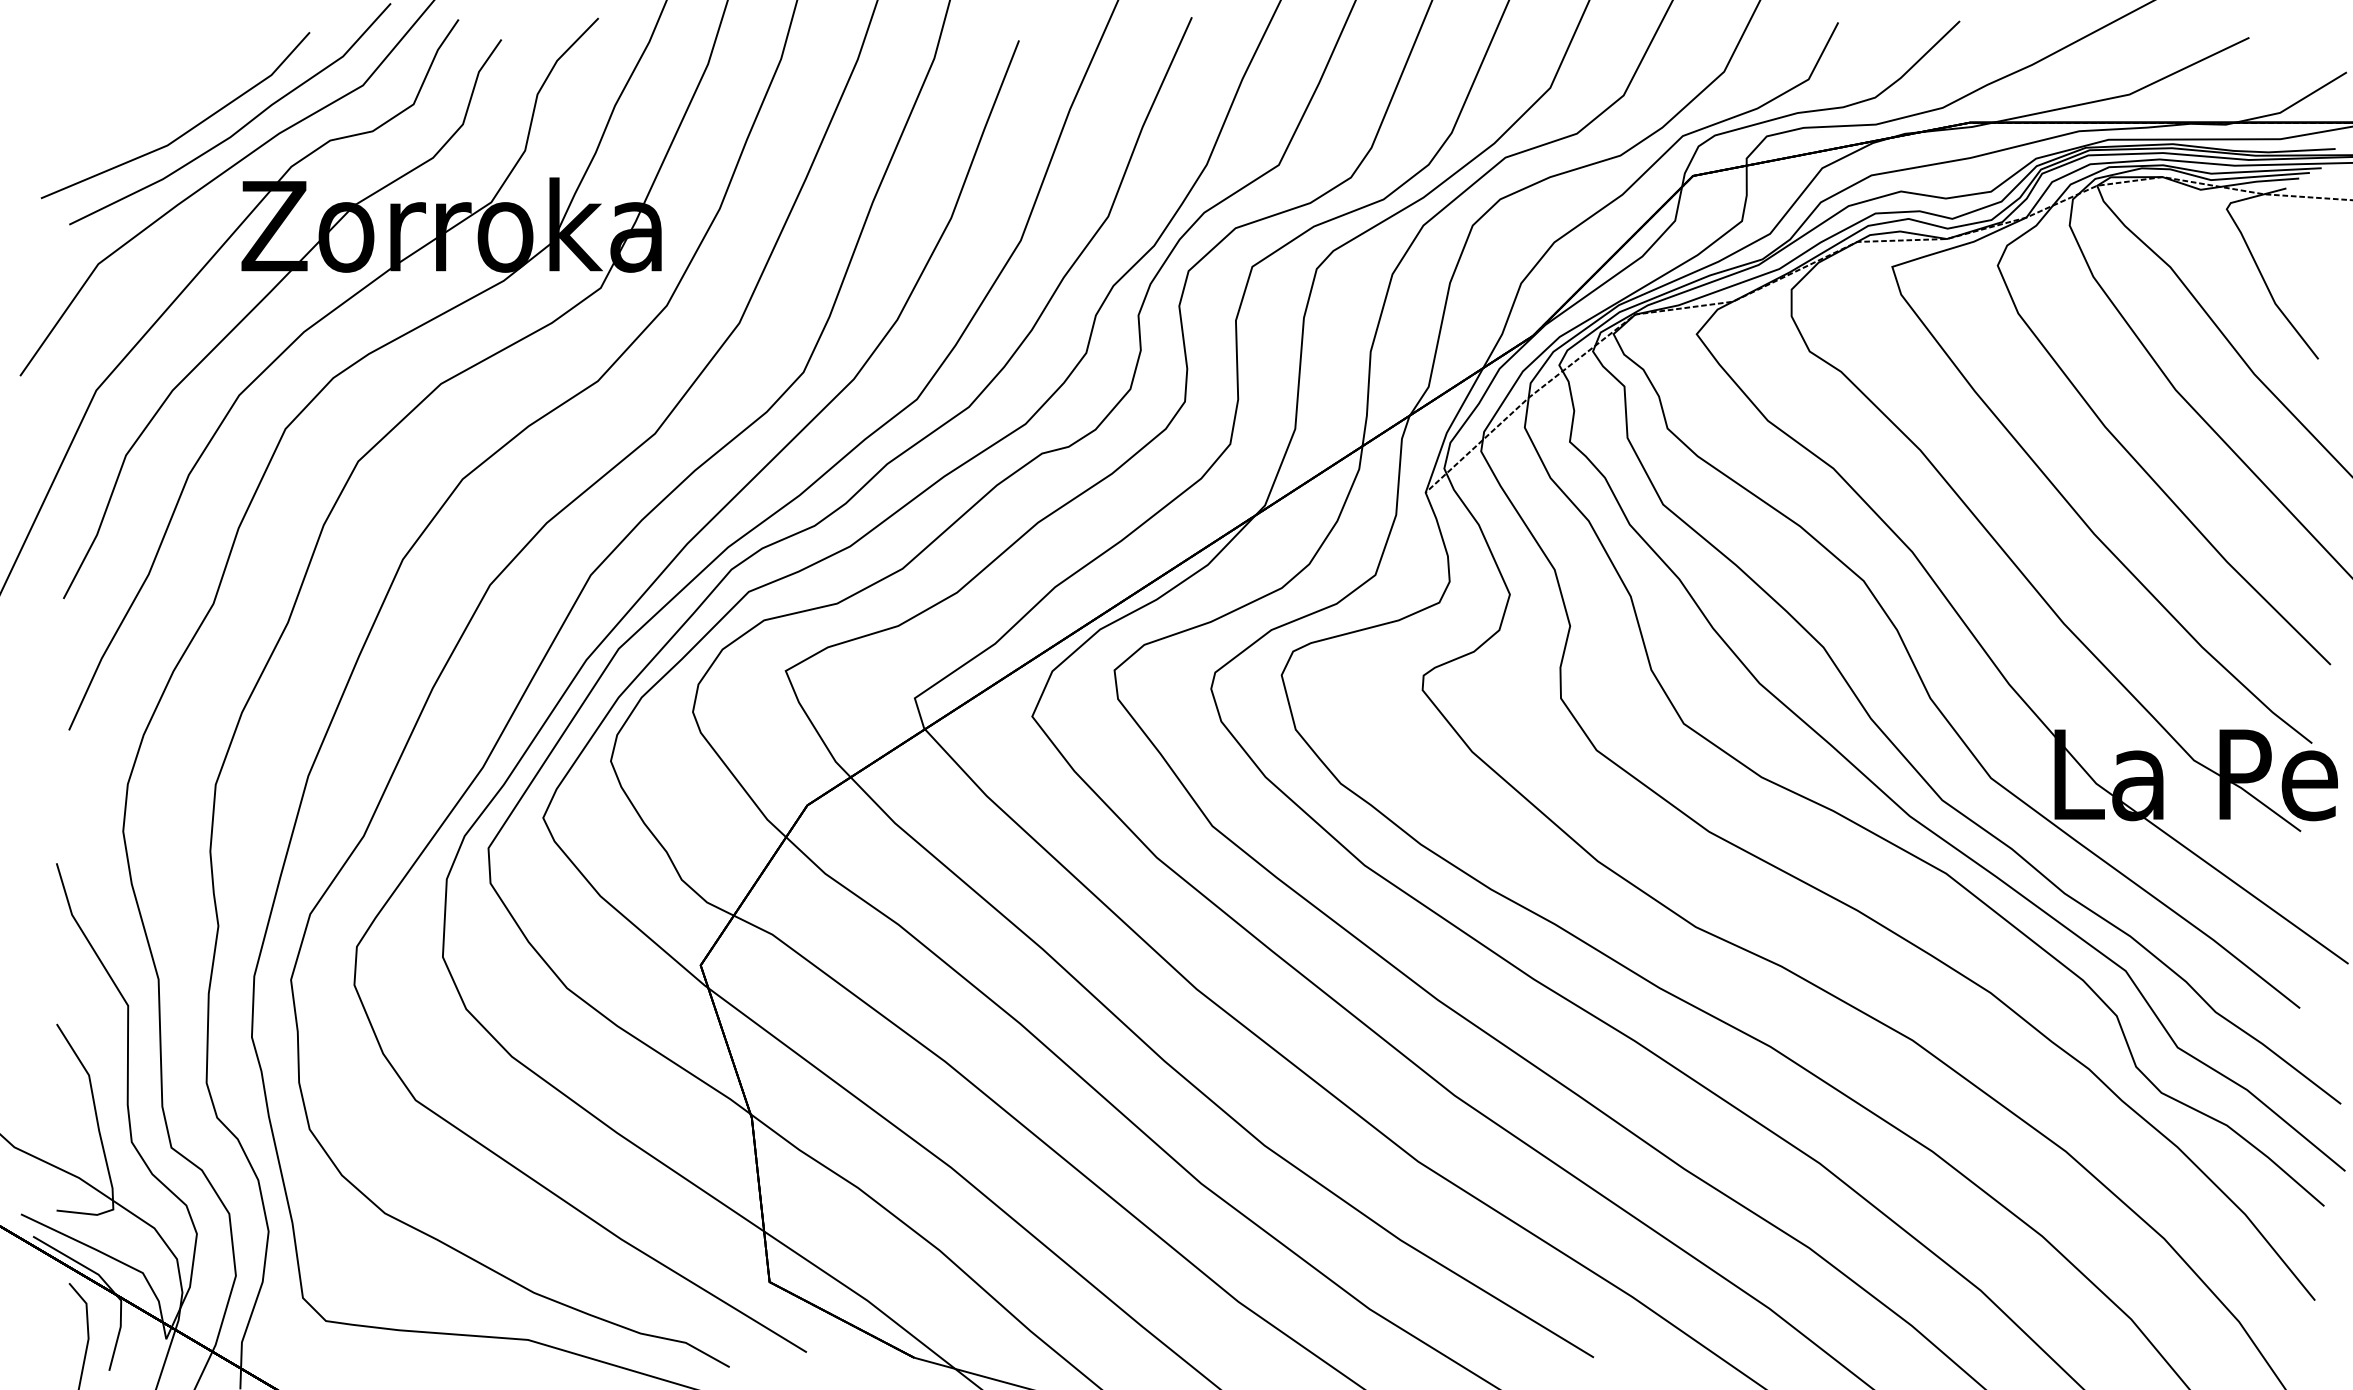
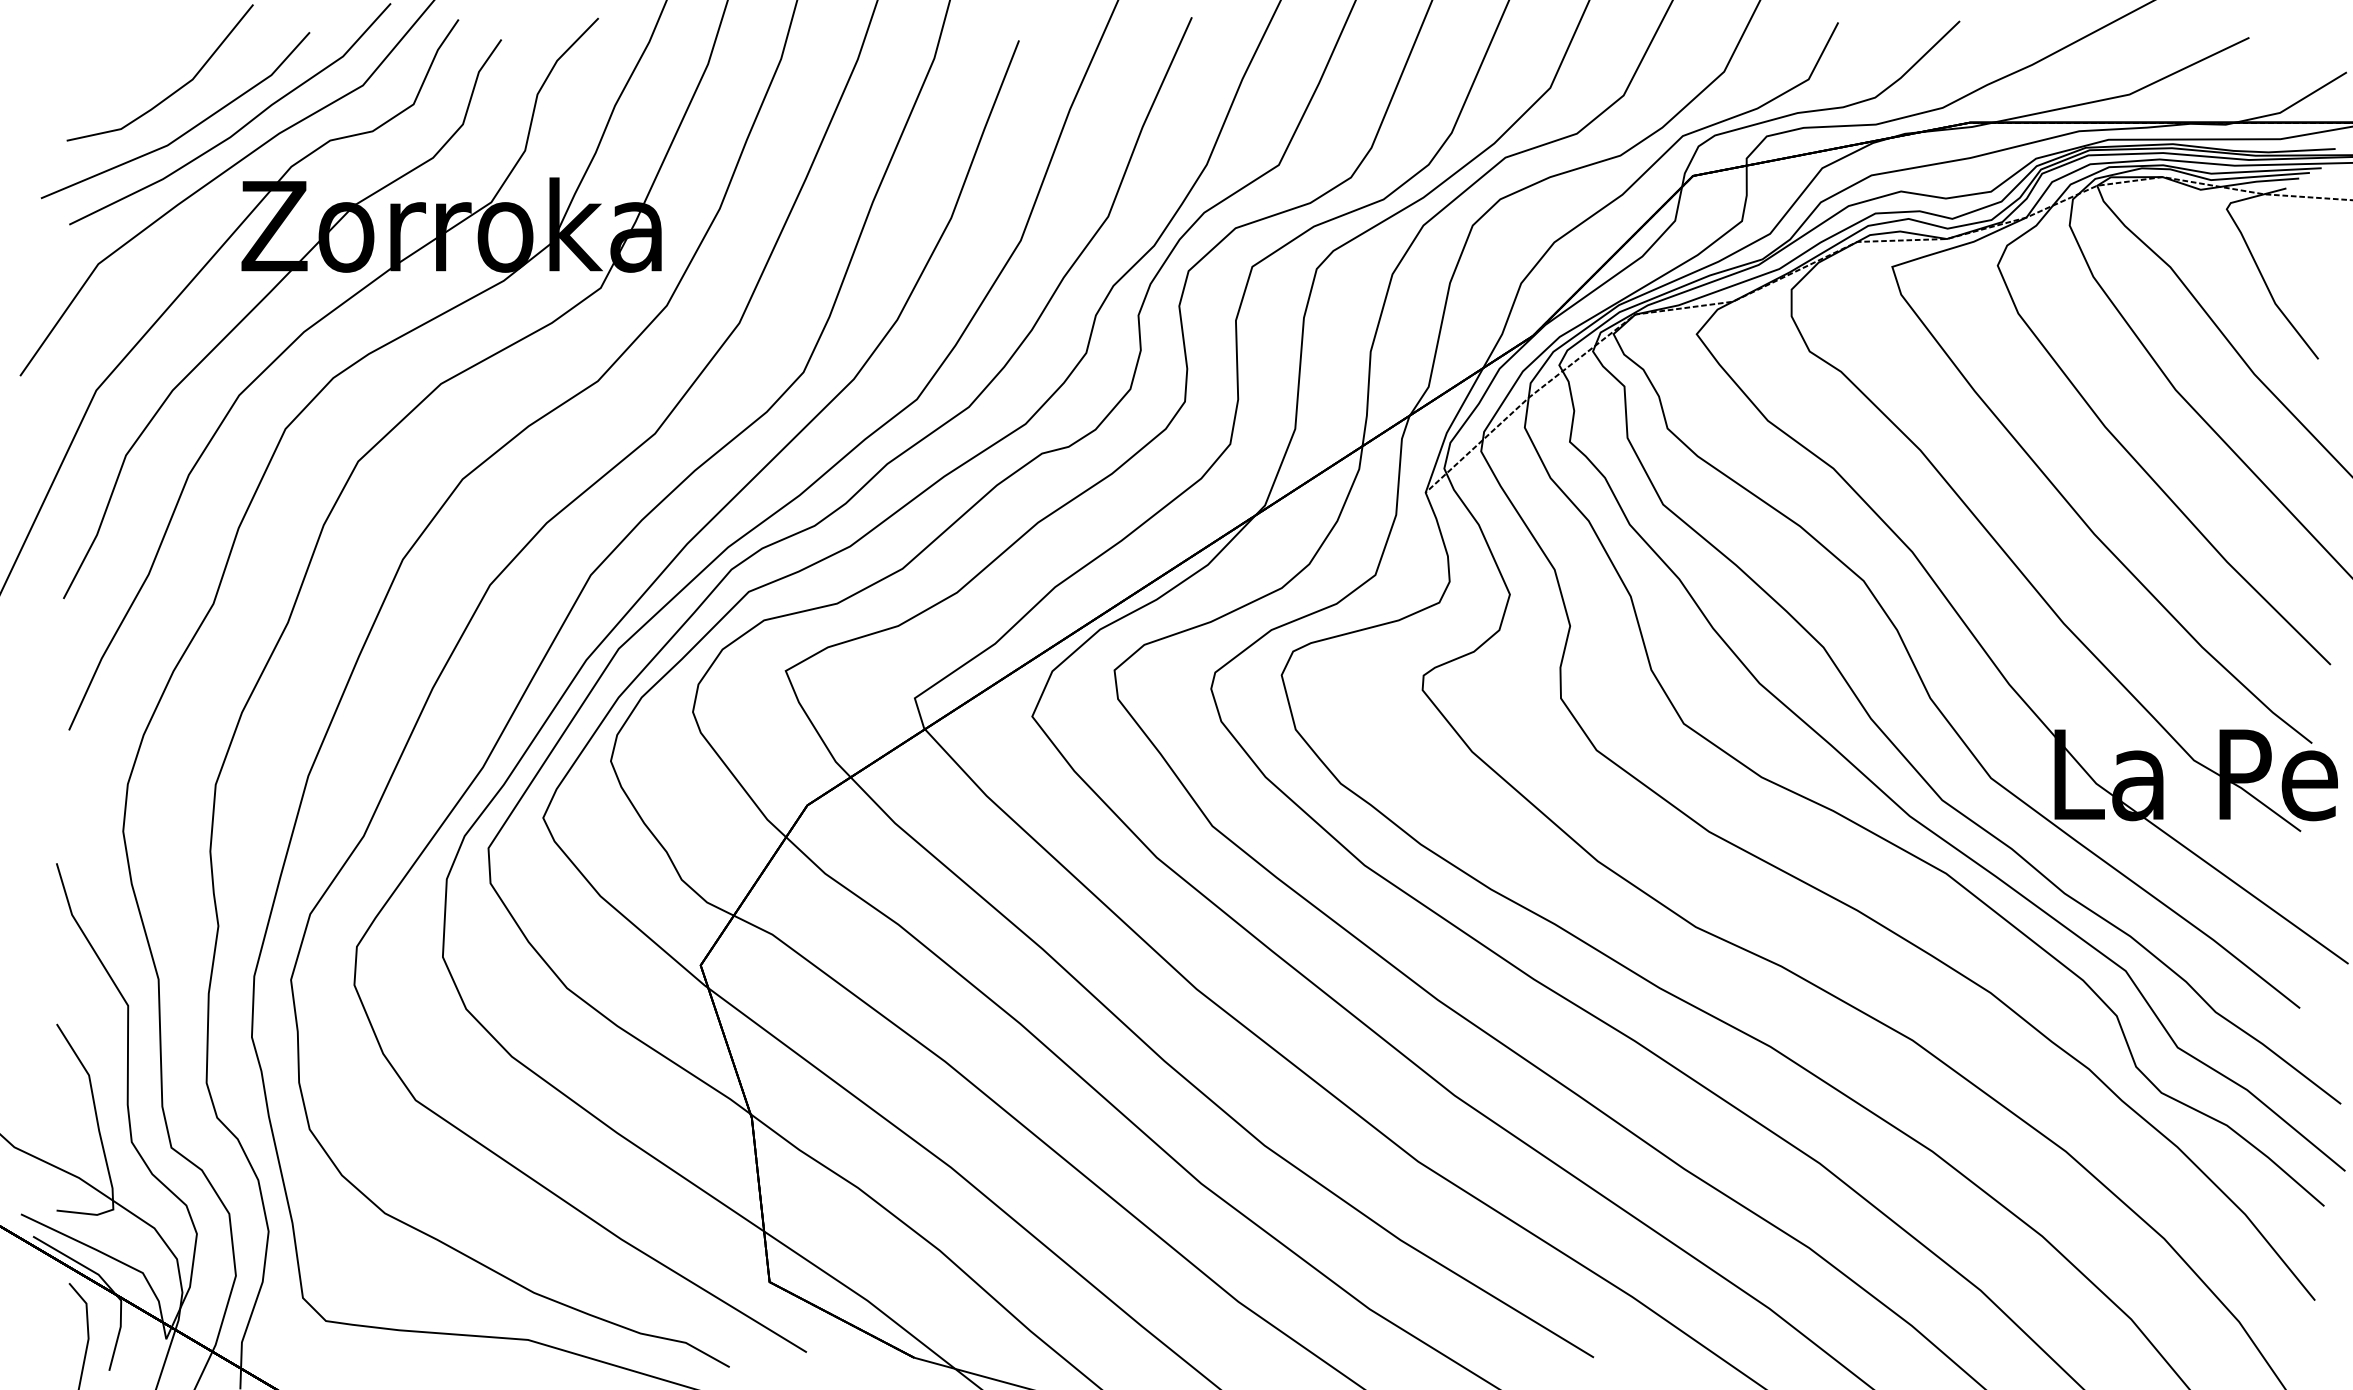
line at (175, 90): none -> present
